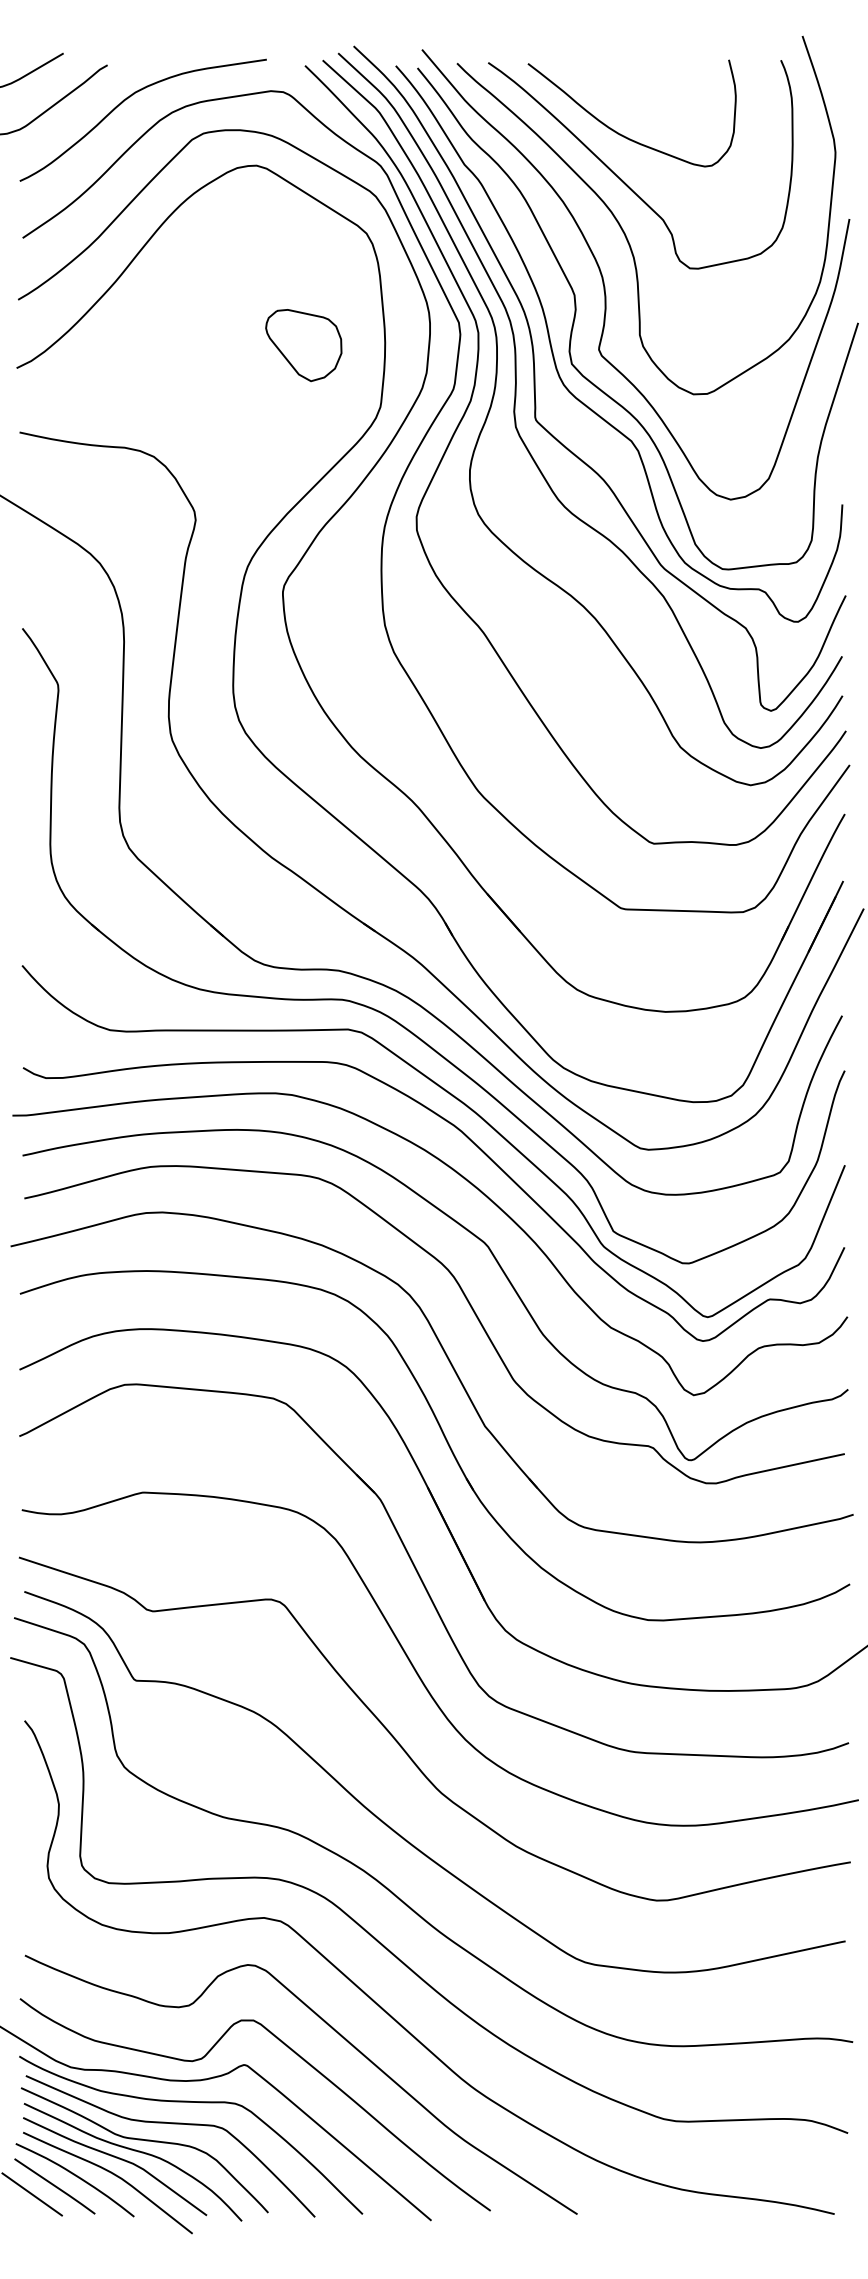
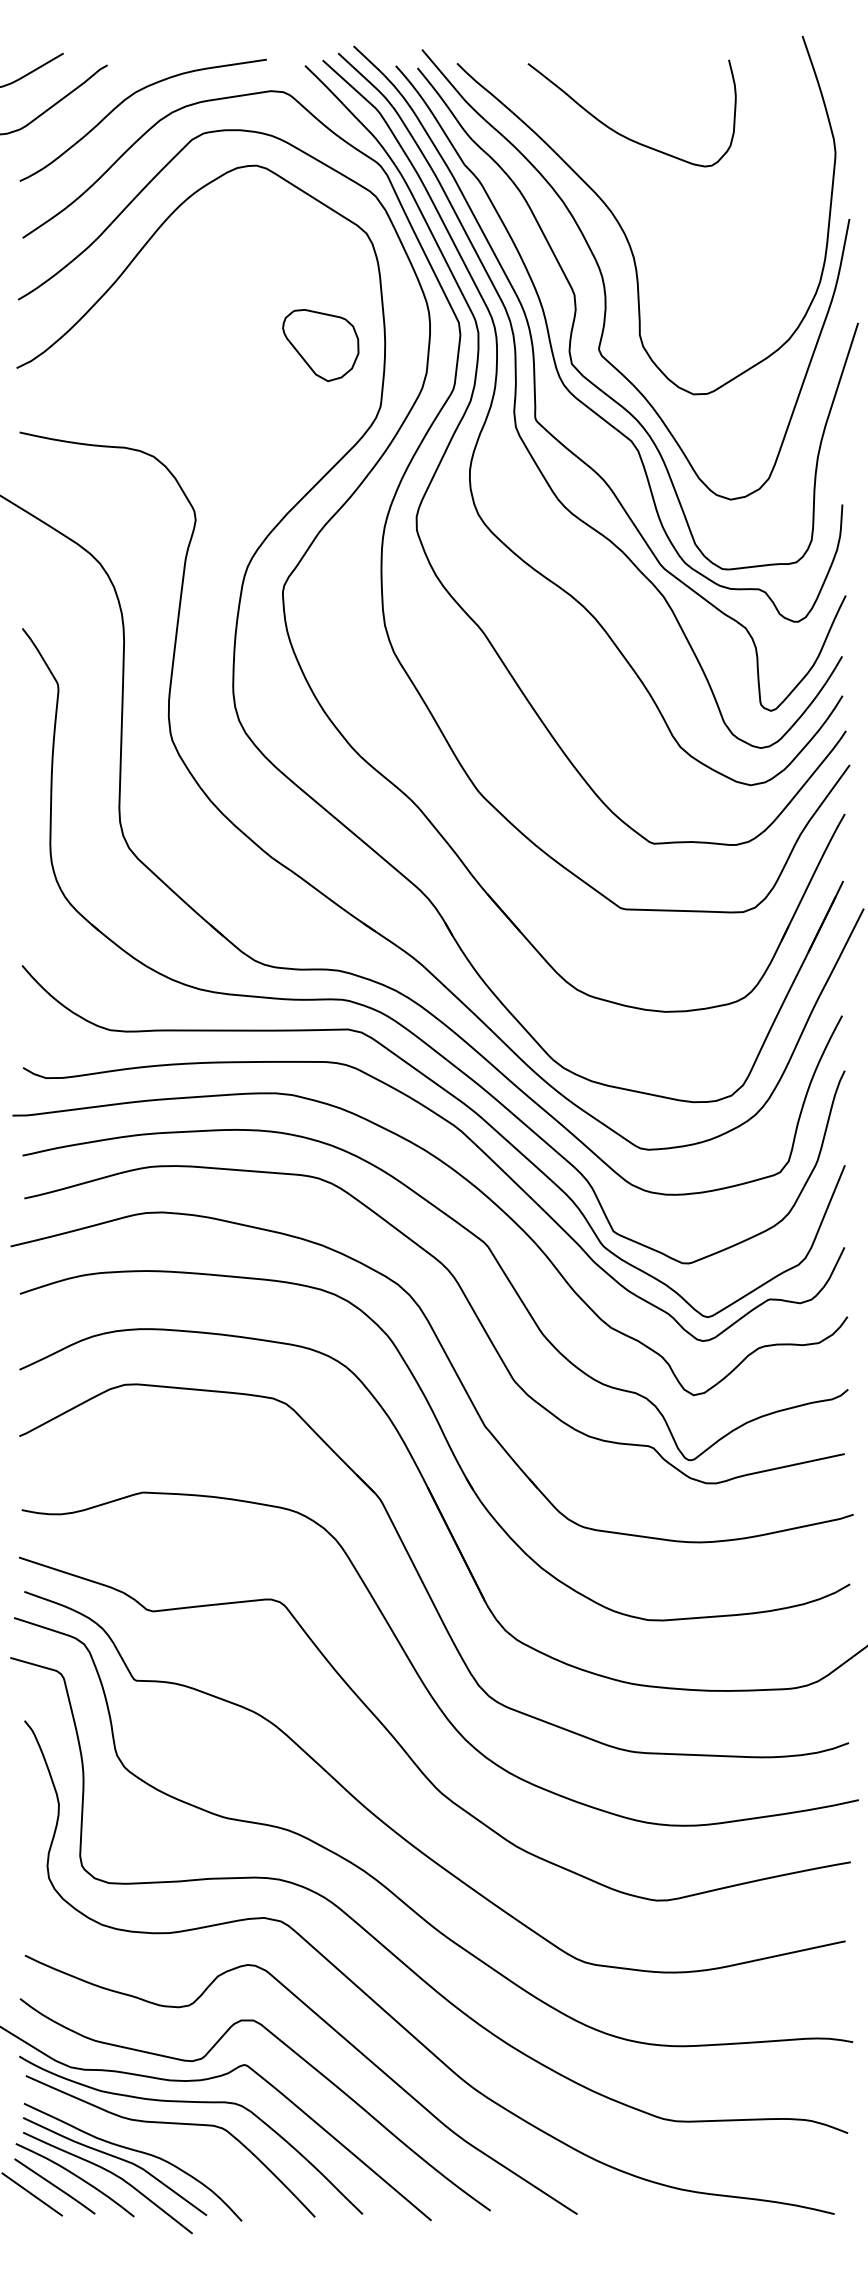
curve at (623, 180): present -> none
part at (303, 345) position: (303, 345) -> (320, 345)
curve at (145, 2141): present -> none
